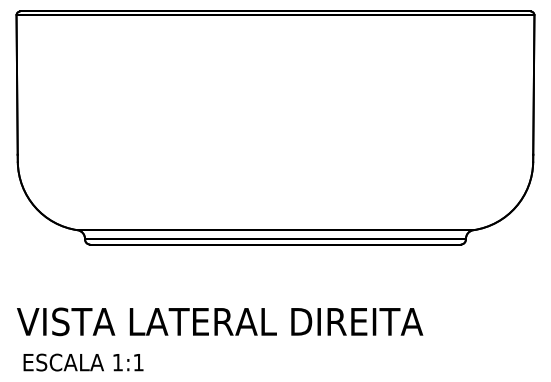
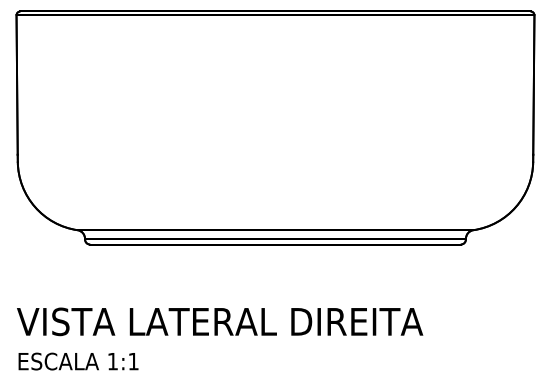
text at (83, 362) position: (83, 362) -> (78, 361)
